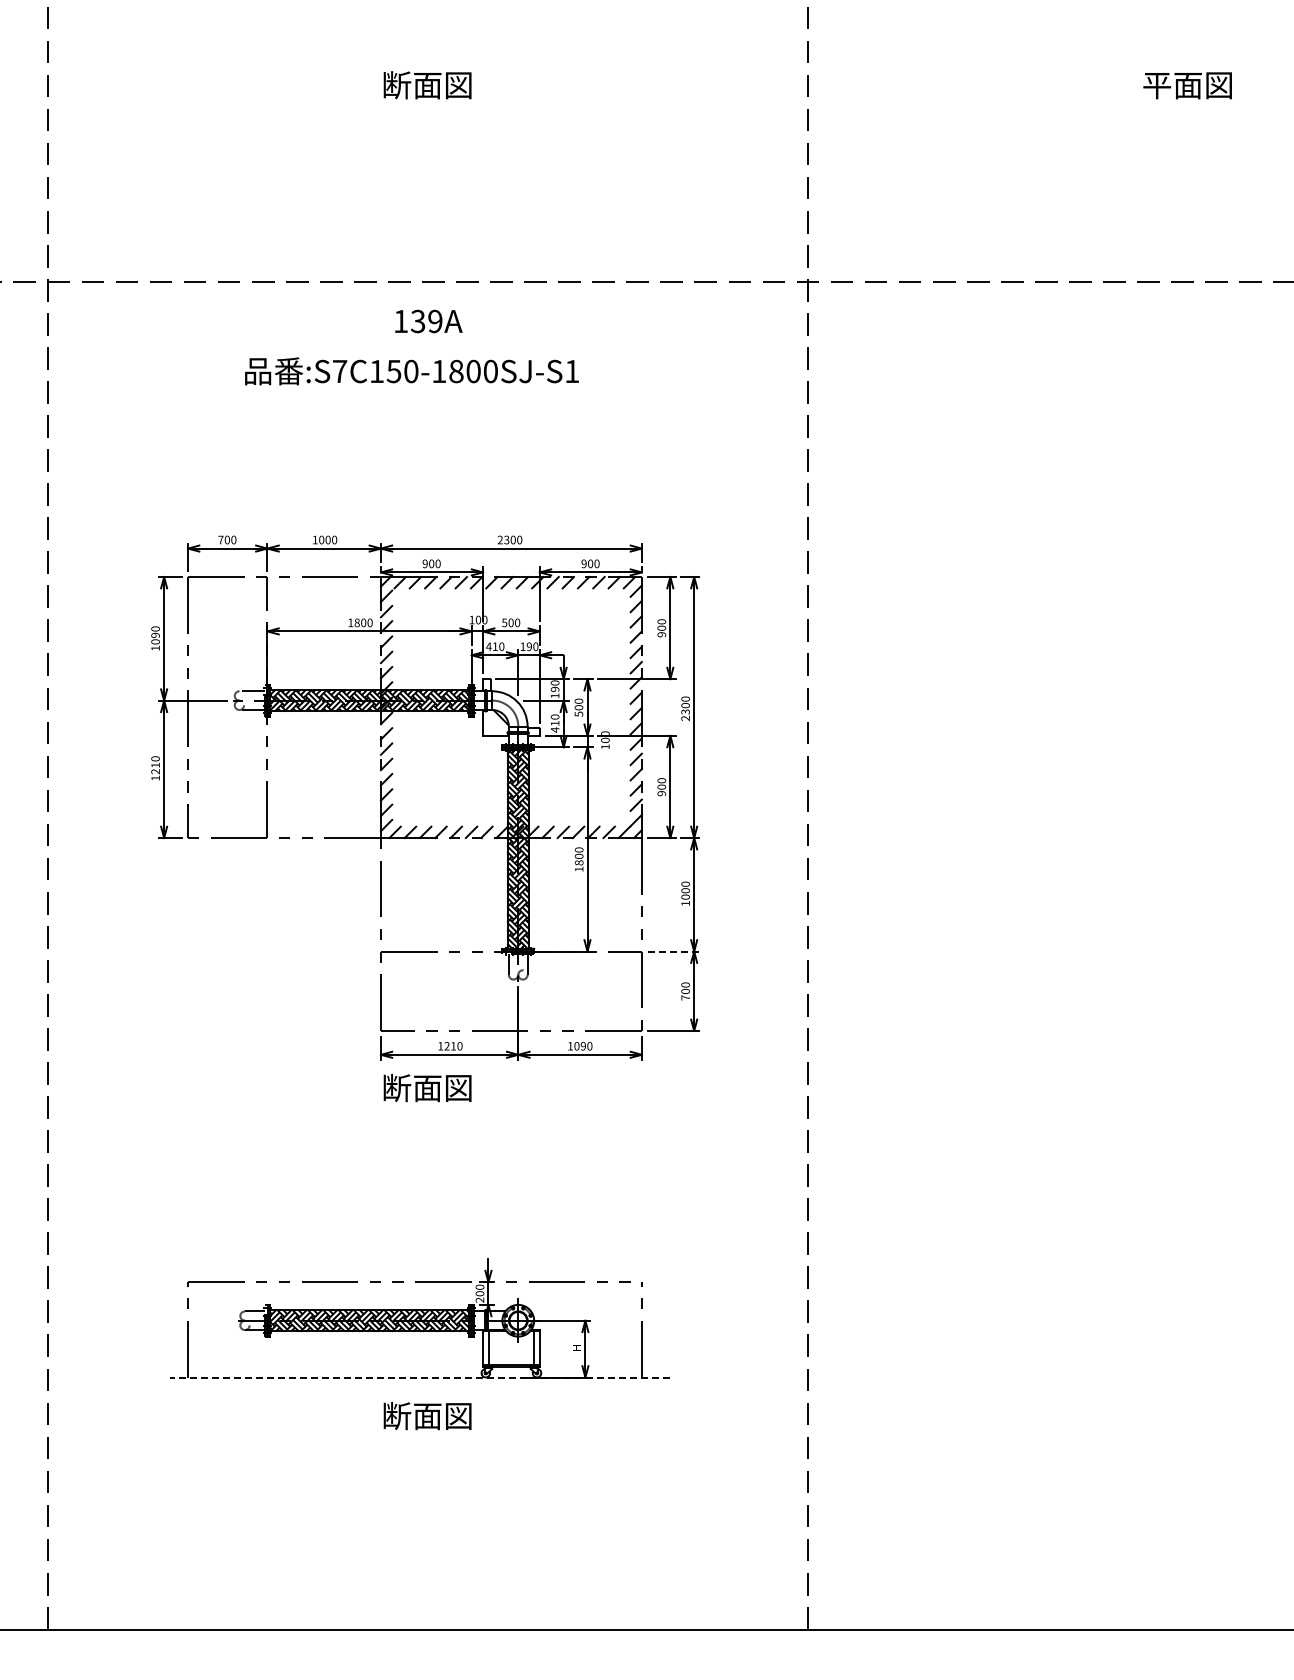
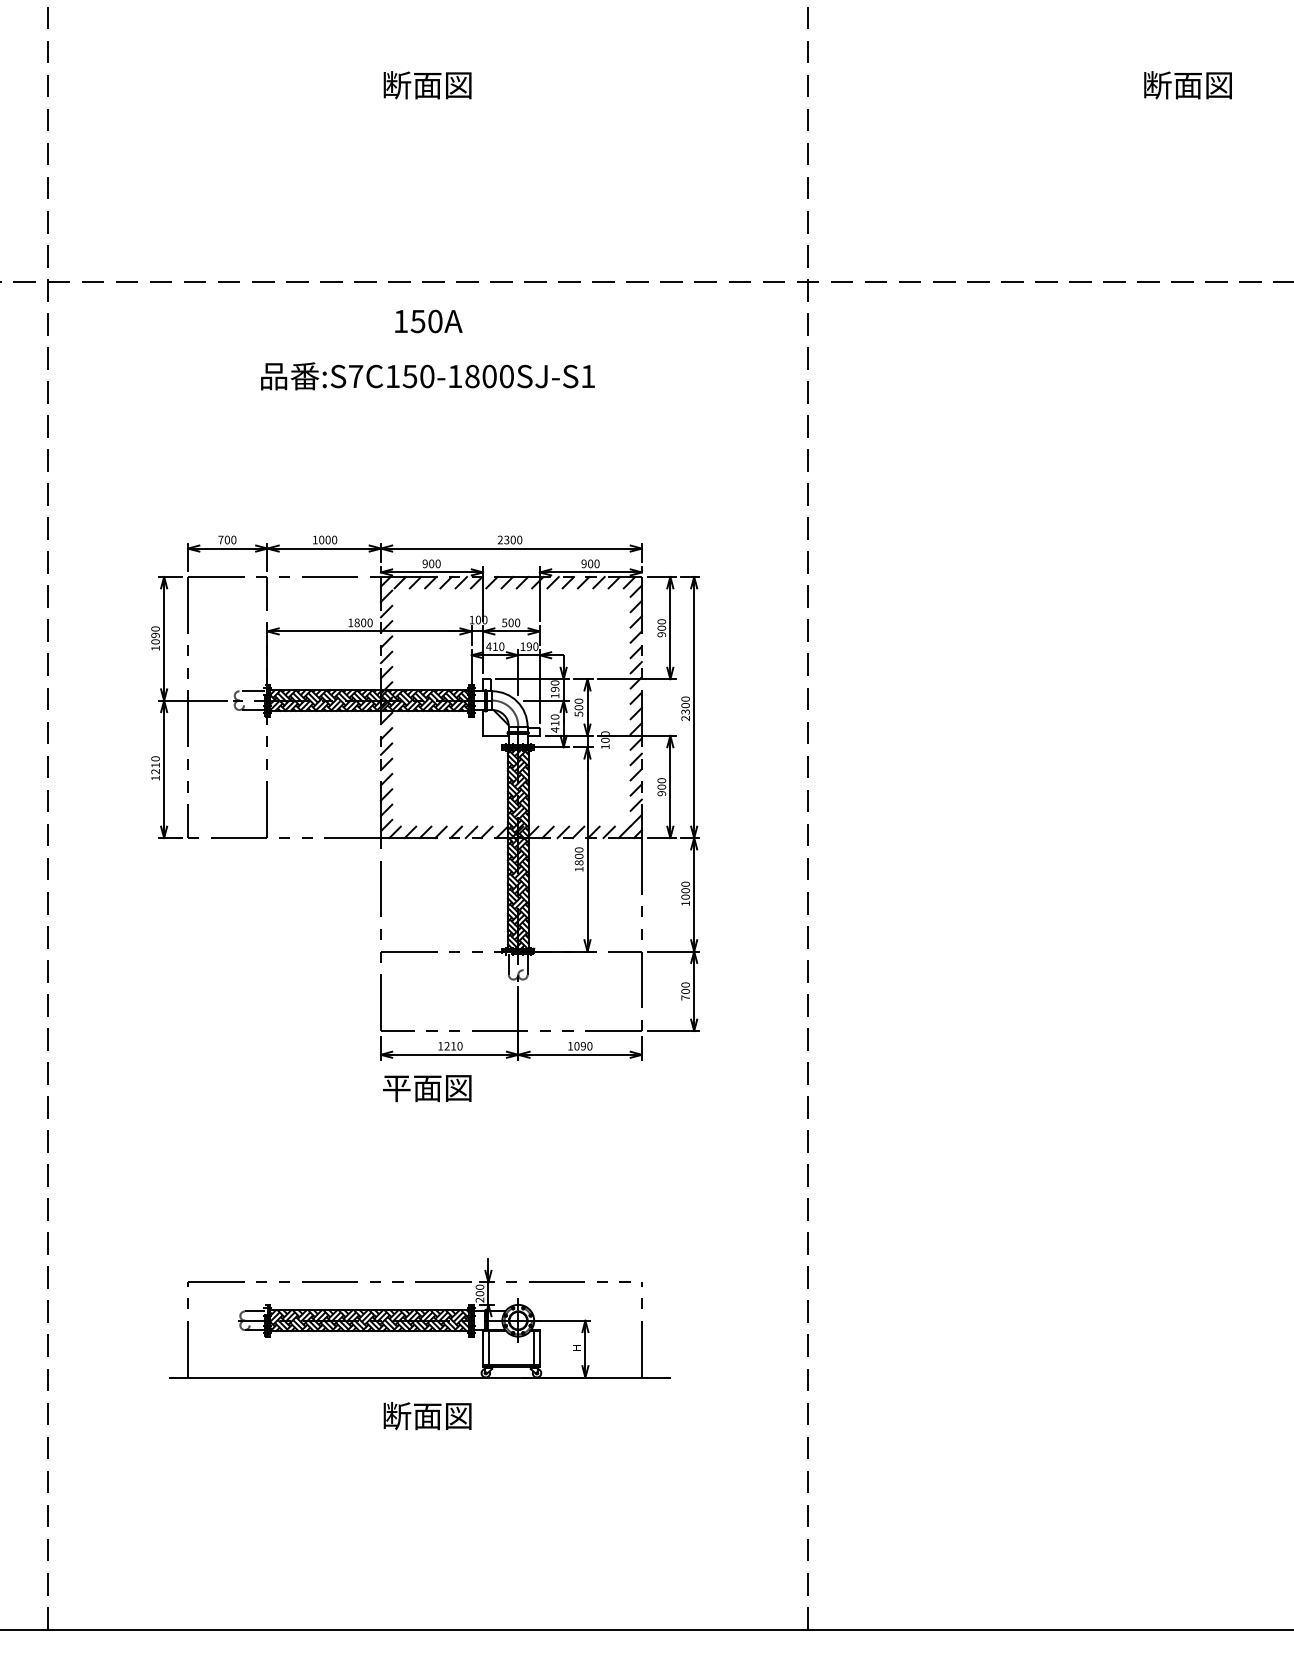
text at (1157, 85): 平面図 -> 断面図
text at (426, 321): 139A -> 150A
text at (411, 371) position: (411, 371) -> (427, 376)
line at (673, 951): dashed -> solid
text at (396, 1087): 断面図 -> 平面図
line at (419, 1377): dashed -> solid
